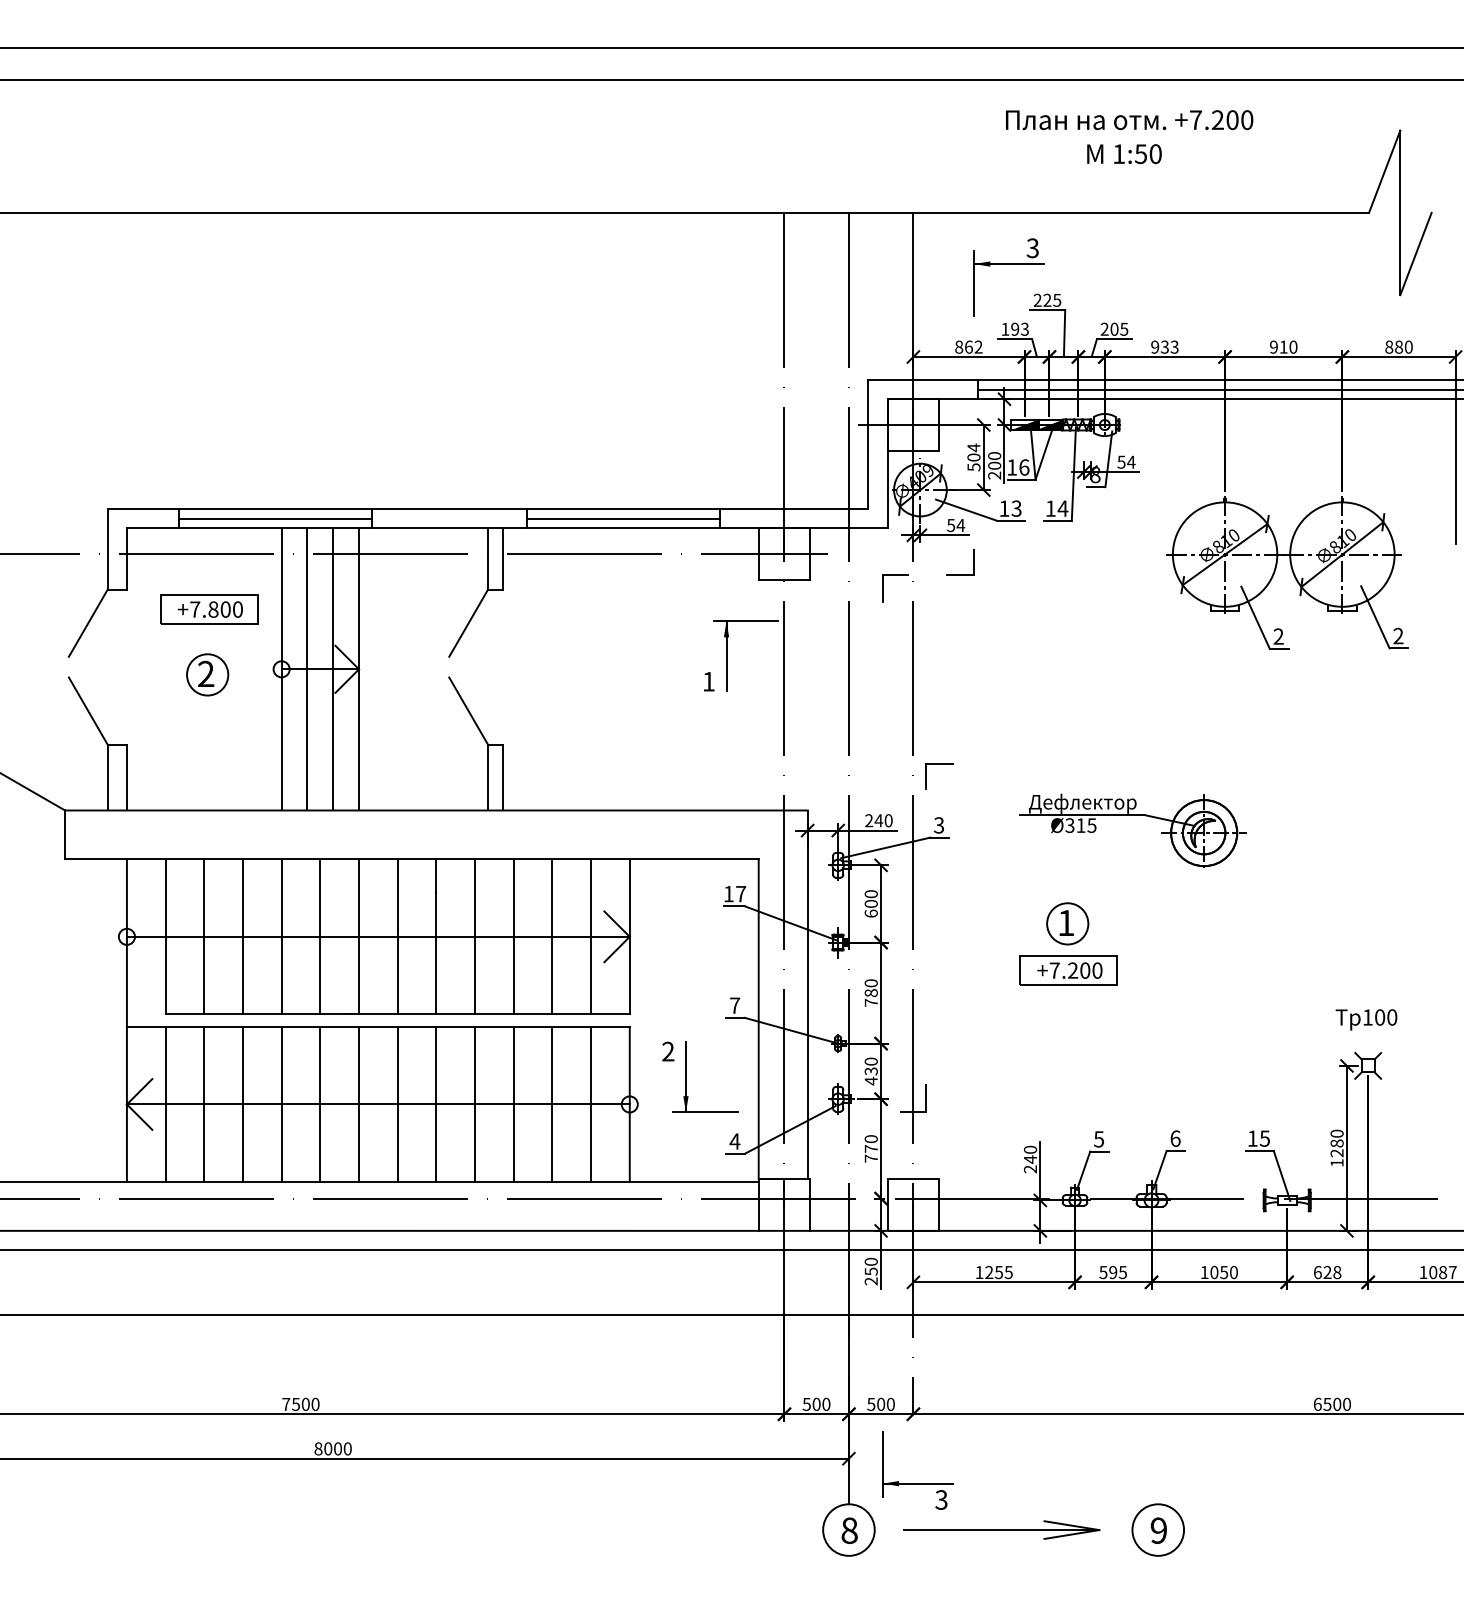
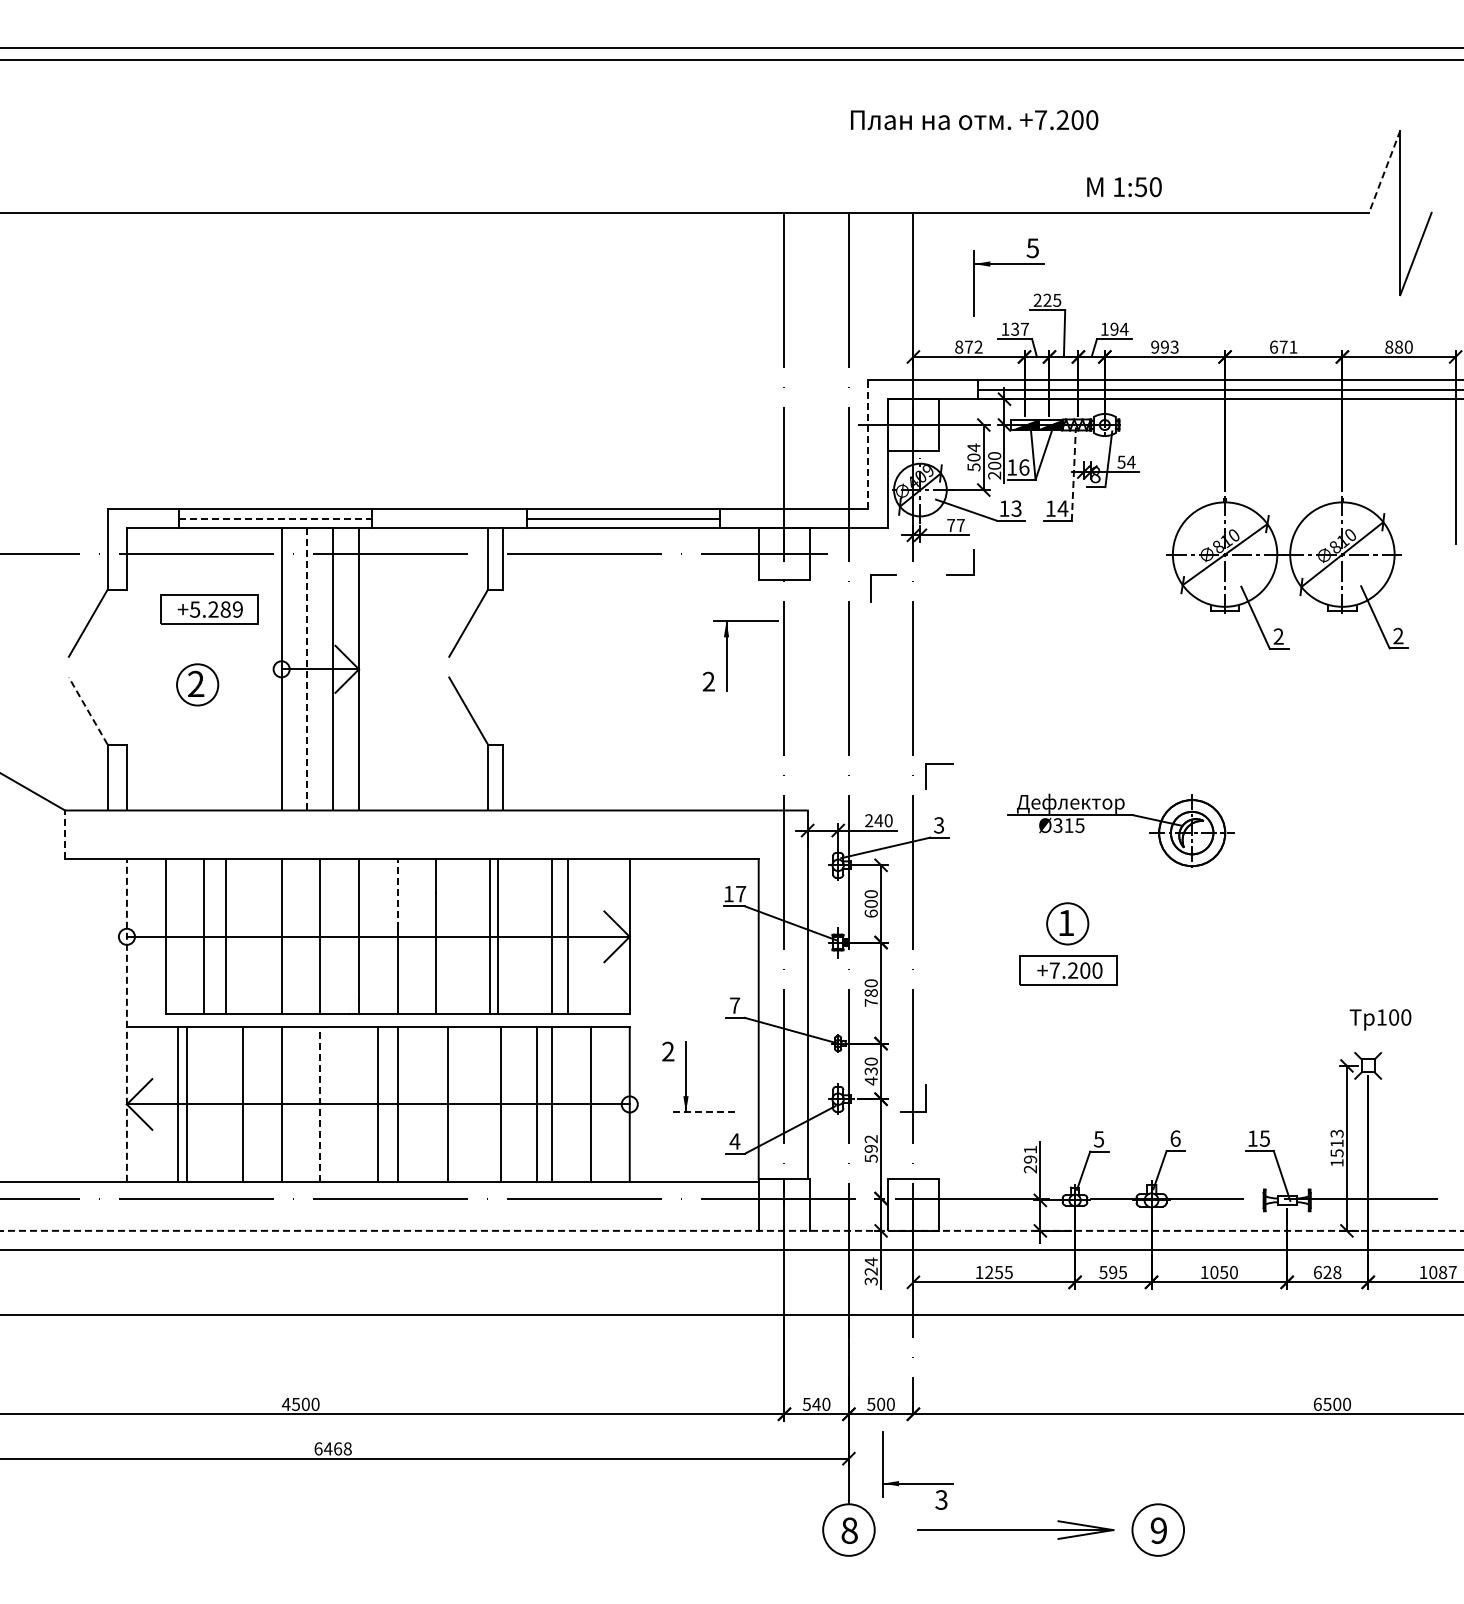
line at (731, 80) position: (731, 80) -> (731, 60)
text at (1129, 120) position: (1129, 120) -> (974, 120)
text at (1124, 154) position: (1124, 154) -> (1124, 187)
line at (1384, 171): solid -> dashed
text at (1032, 247): 3 -> 5
text at (1019, 328): 193 -> 137
text at (1114, 328): 205 -> 194
text at (968, 346): 862 -> 872
text at (1164, 346): 933 -> 993
text at (1283, 346): 910 -> 671
line at (868, 443): solid -> dashed
line at (1073, 474): solid -> dashed
line at (275, 518): solid -> dashed
text at (956, 525): 54 -> 77
part at (883, 588) position: (883, 588) -> (871, 588)
text at (216, 609): +7.800 -> +5.289
line at (307, 668): solid -> dashed
part at (207, 674) position: (207, 674) -> (197, 684)
text at (708, 681): 1 -> 2
line at (88, 711): solid -> dashed
part at (1132, 815) position: (1132, 815) -> (1120, 815)
line at (65, 834): solid -> dashed
line at (397, 894): solid -> dashed
line at (242, 936) position: (242, 936) -> (225, 936)
line at (475, 936) position: (475, 936) -> (498, 936)
line at (513, 936) position: (513, 936) -> (489, 936)
line at (591, 936) position: (591, 936) -> (568, 936)
text at (1366, 1019) position: (1366, 1019) -> (1380, 1019)
line at (126, 1020): solid -> dashed
line at (320, 1103): solid -> dashed
line at (165, 1104) position: (165, 1104) -> (177, 1104)
line at (204, 1104) position: (204, 1104) -> (187, 1104)
line at (359, 1104) position: (359, 1104) -> (378, 1104)
line at (436, 1104) position: (436, 1104) -> (448, 1104)
line at (475, 1104) position: (475, 1104) -> (501, 1104)
line at (513, 1104) position: (513, 1104) -> (536, 1104)
line at (705, 1112): solid -> dashed
text at (1336, 1143): 1280 -> 1513
text at (870, 1148): 770 -> 592
text at (1030, 1154): 240 -> 291
line at (731, 1230): solid -> dashed
text at (870, 1271): 250 -> 324
text at (816, 1403): 500 -> 540
text at (285, 1404): 7500 -> 4500
text at (332, 1448): 8000 -> 6468
part at (1001, 1529) position: (1001, 1529) -> (1015, 1529)
